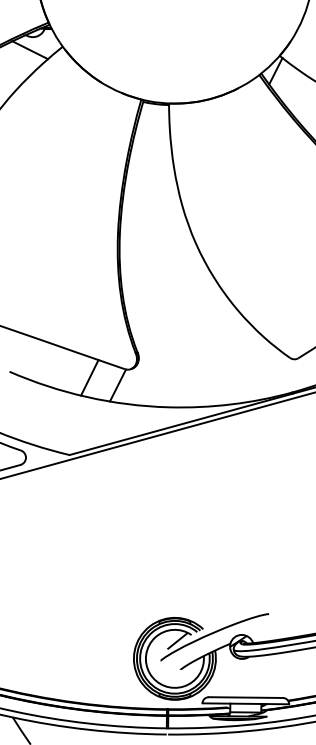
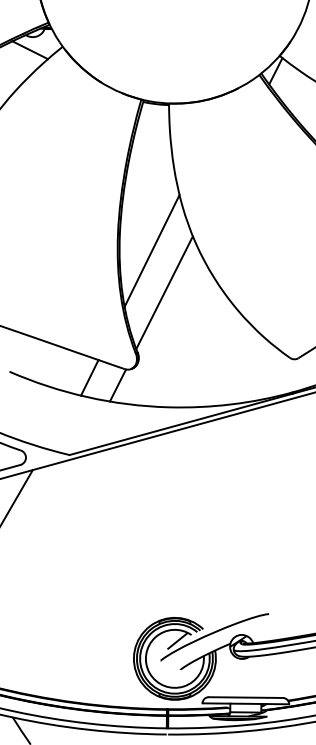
line at (151, 250): none -> present
line at (164, 292): none -> present
line at (17, 496): none -> present
